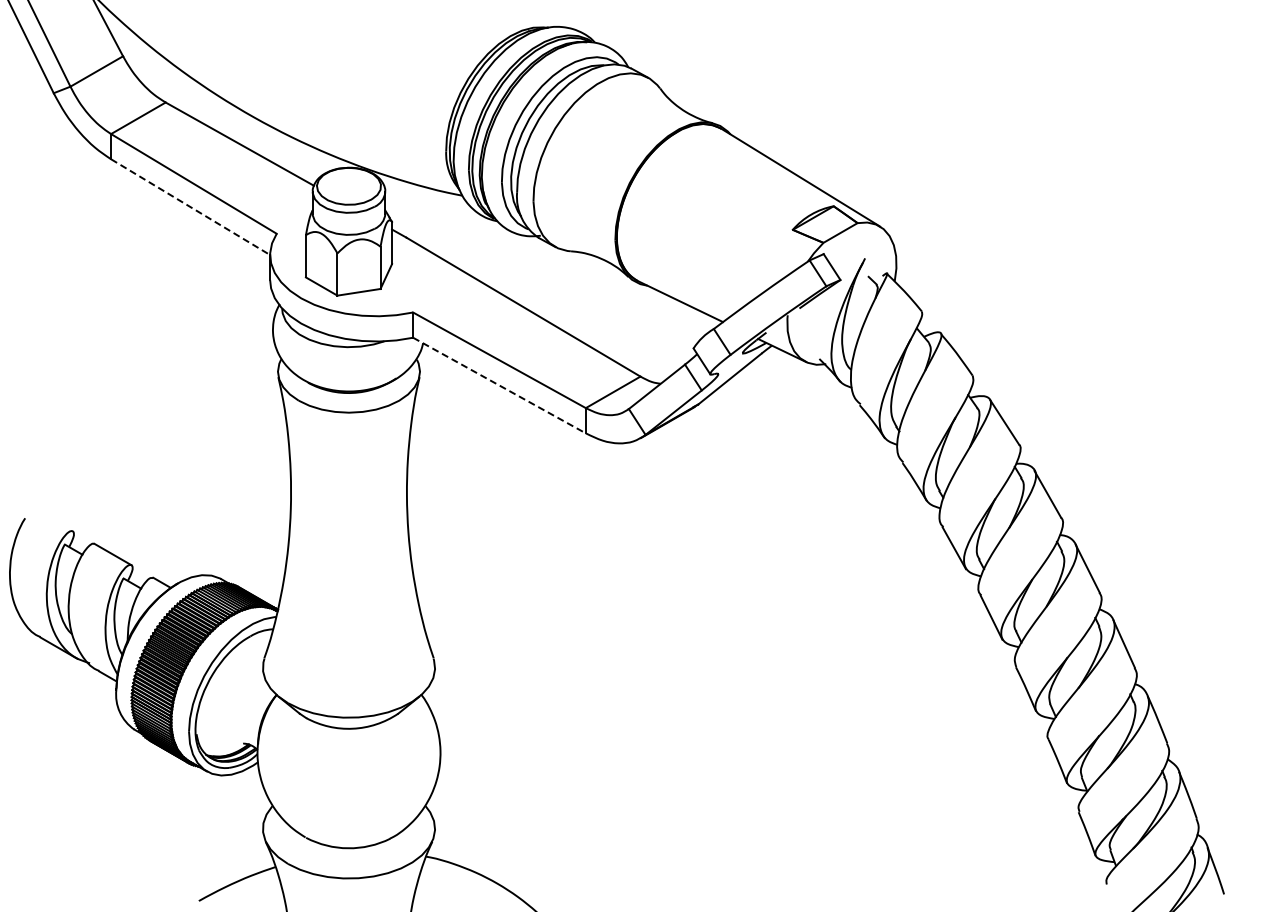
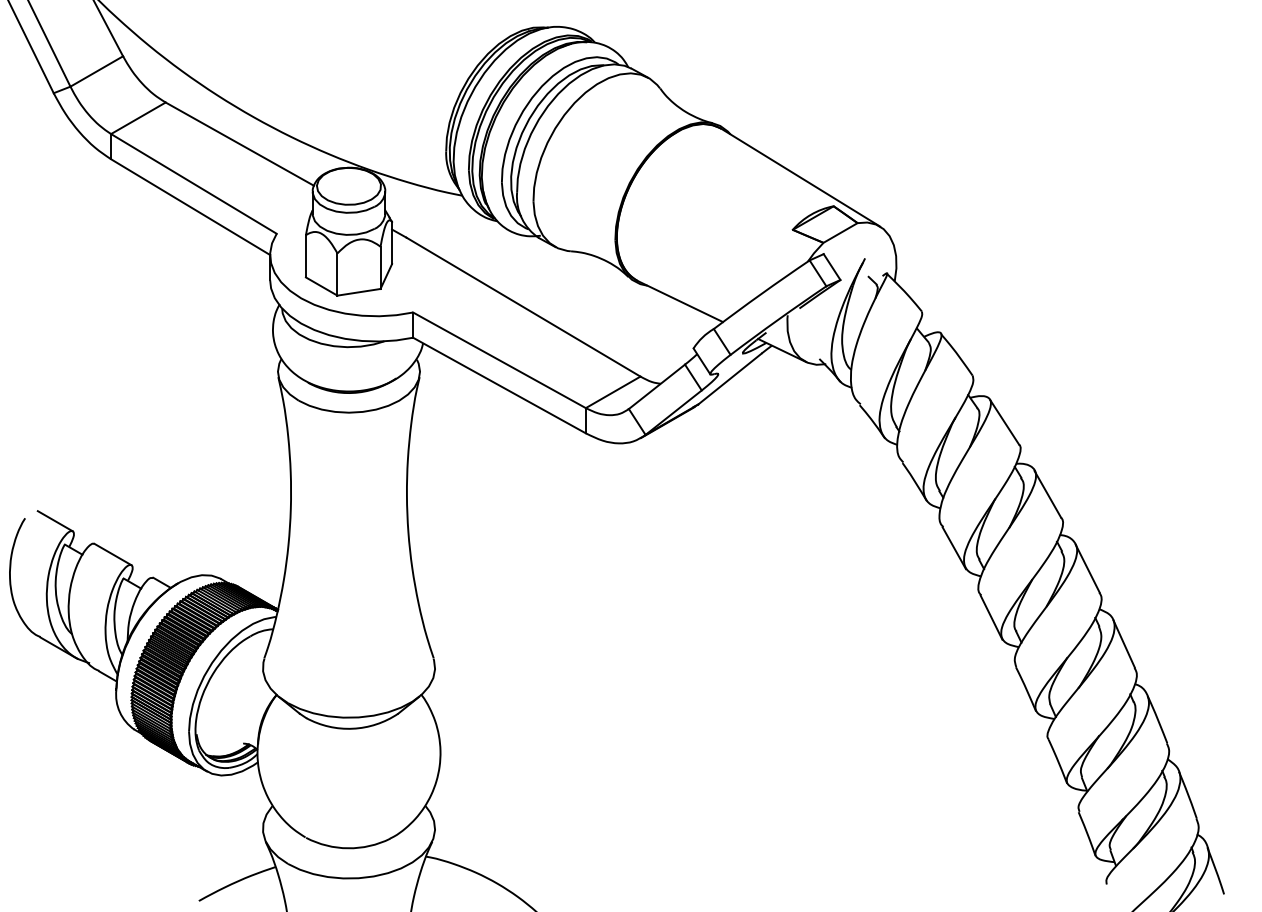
line at (190, 207): dashed -> solid
line at (499, 385): dashed -> solid
line at (54, 521): none -> present
